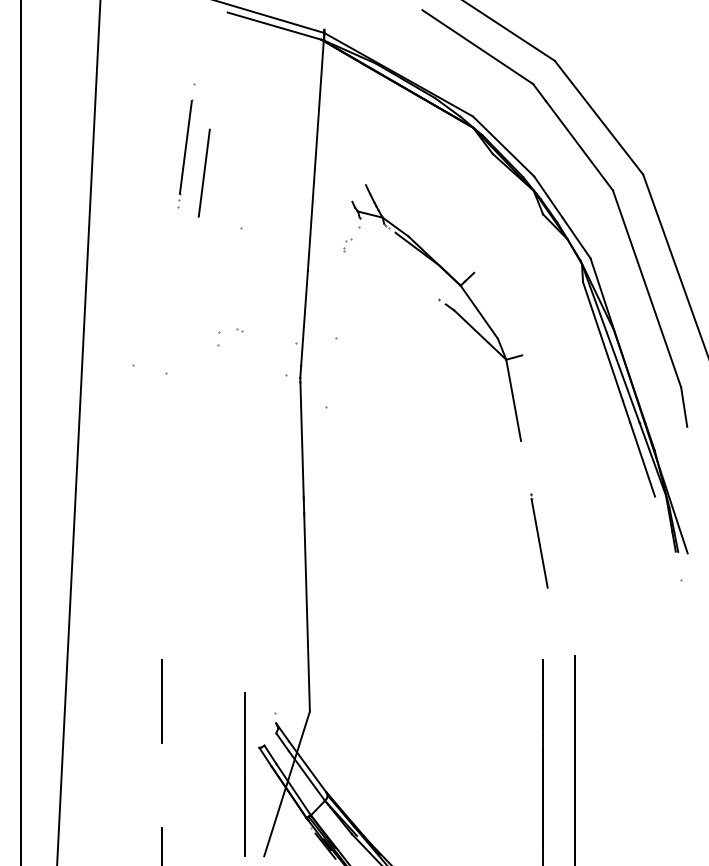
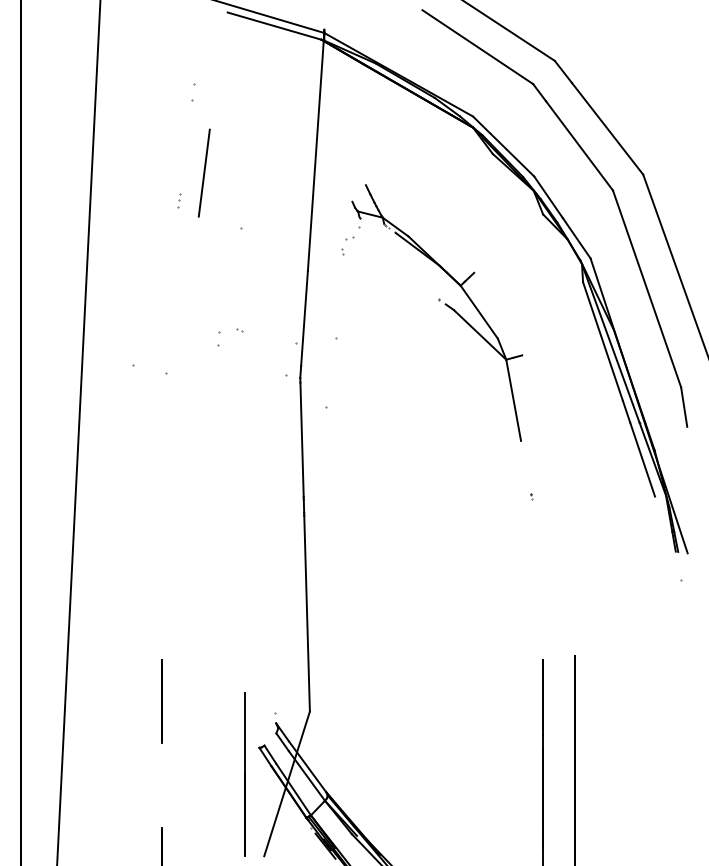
line at (185, 147): present -> none
part at (347, 245) size: 10x15 px -> 14x20 px
line at (539, 543): present -> none
